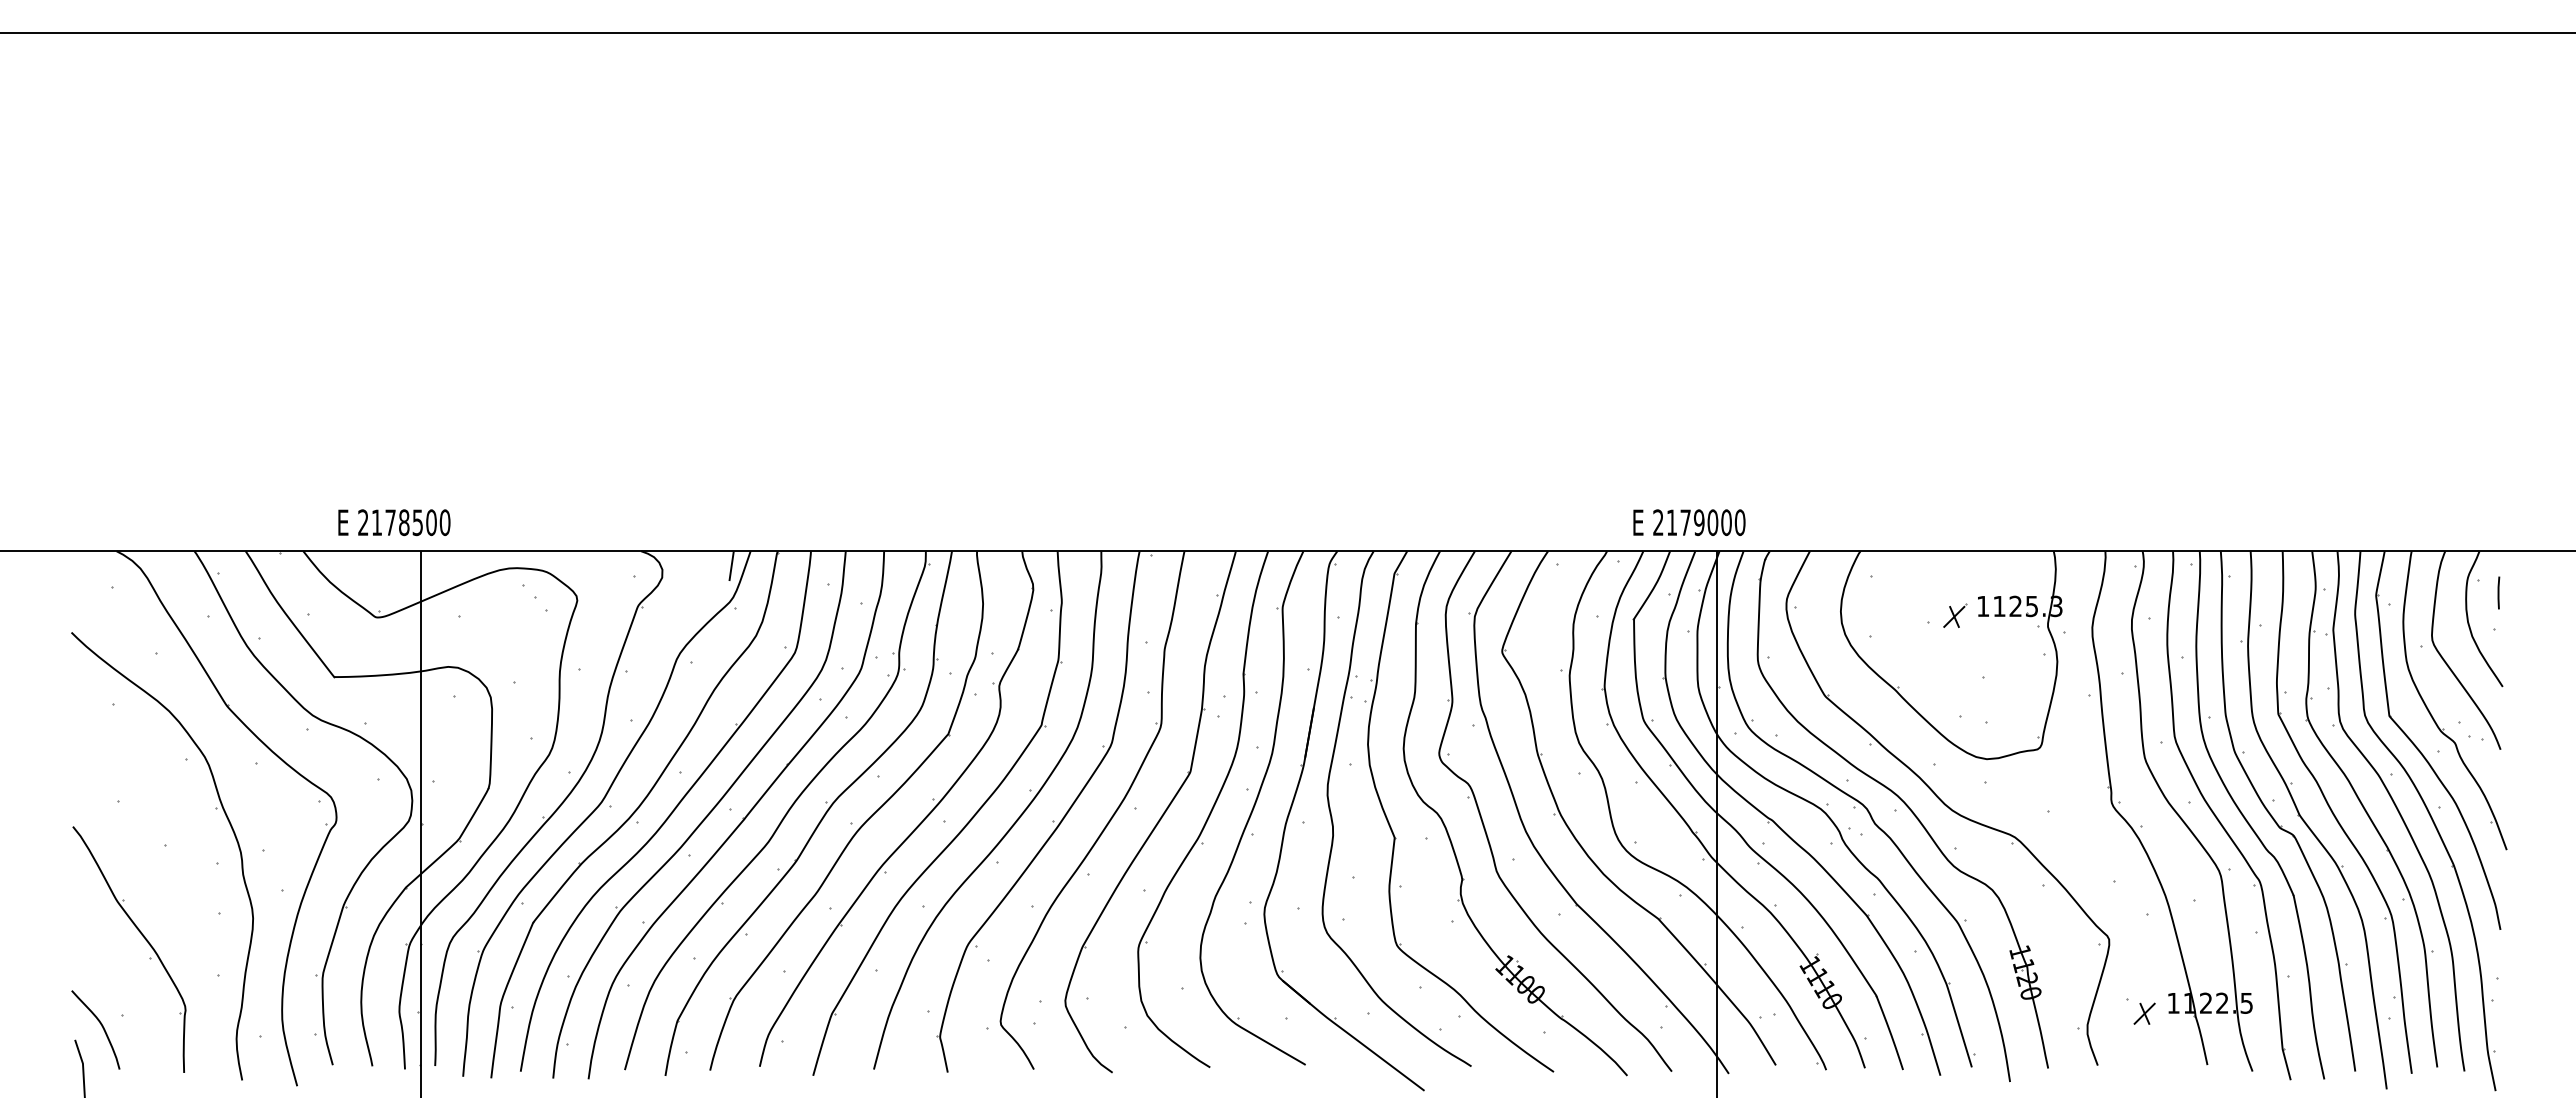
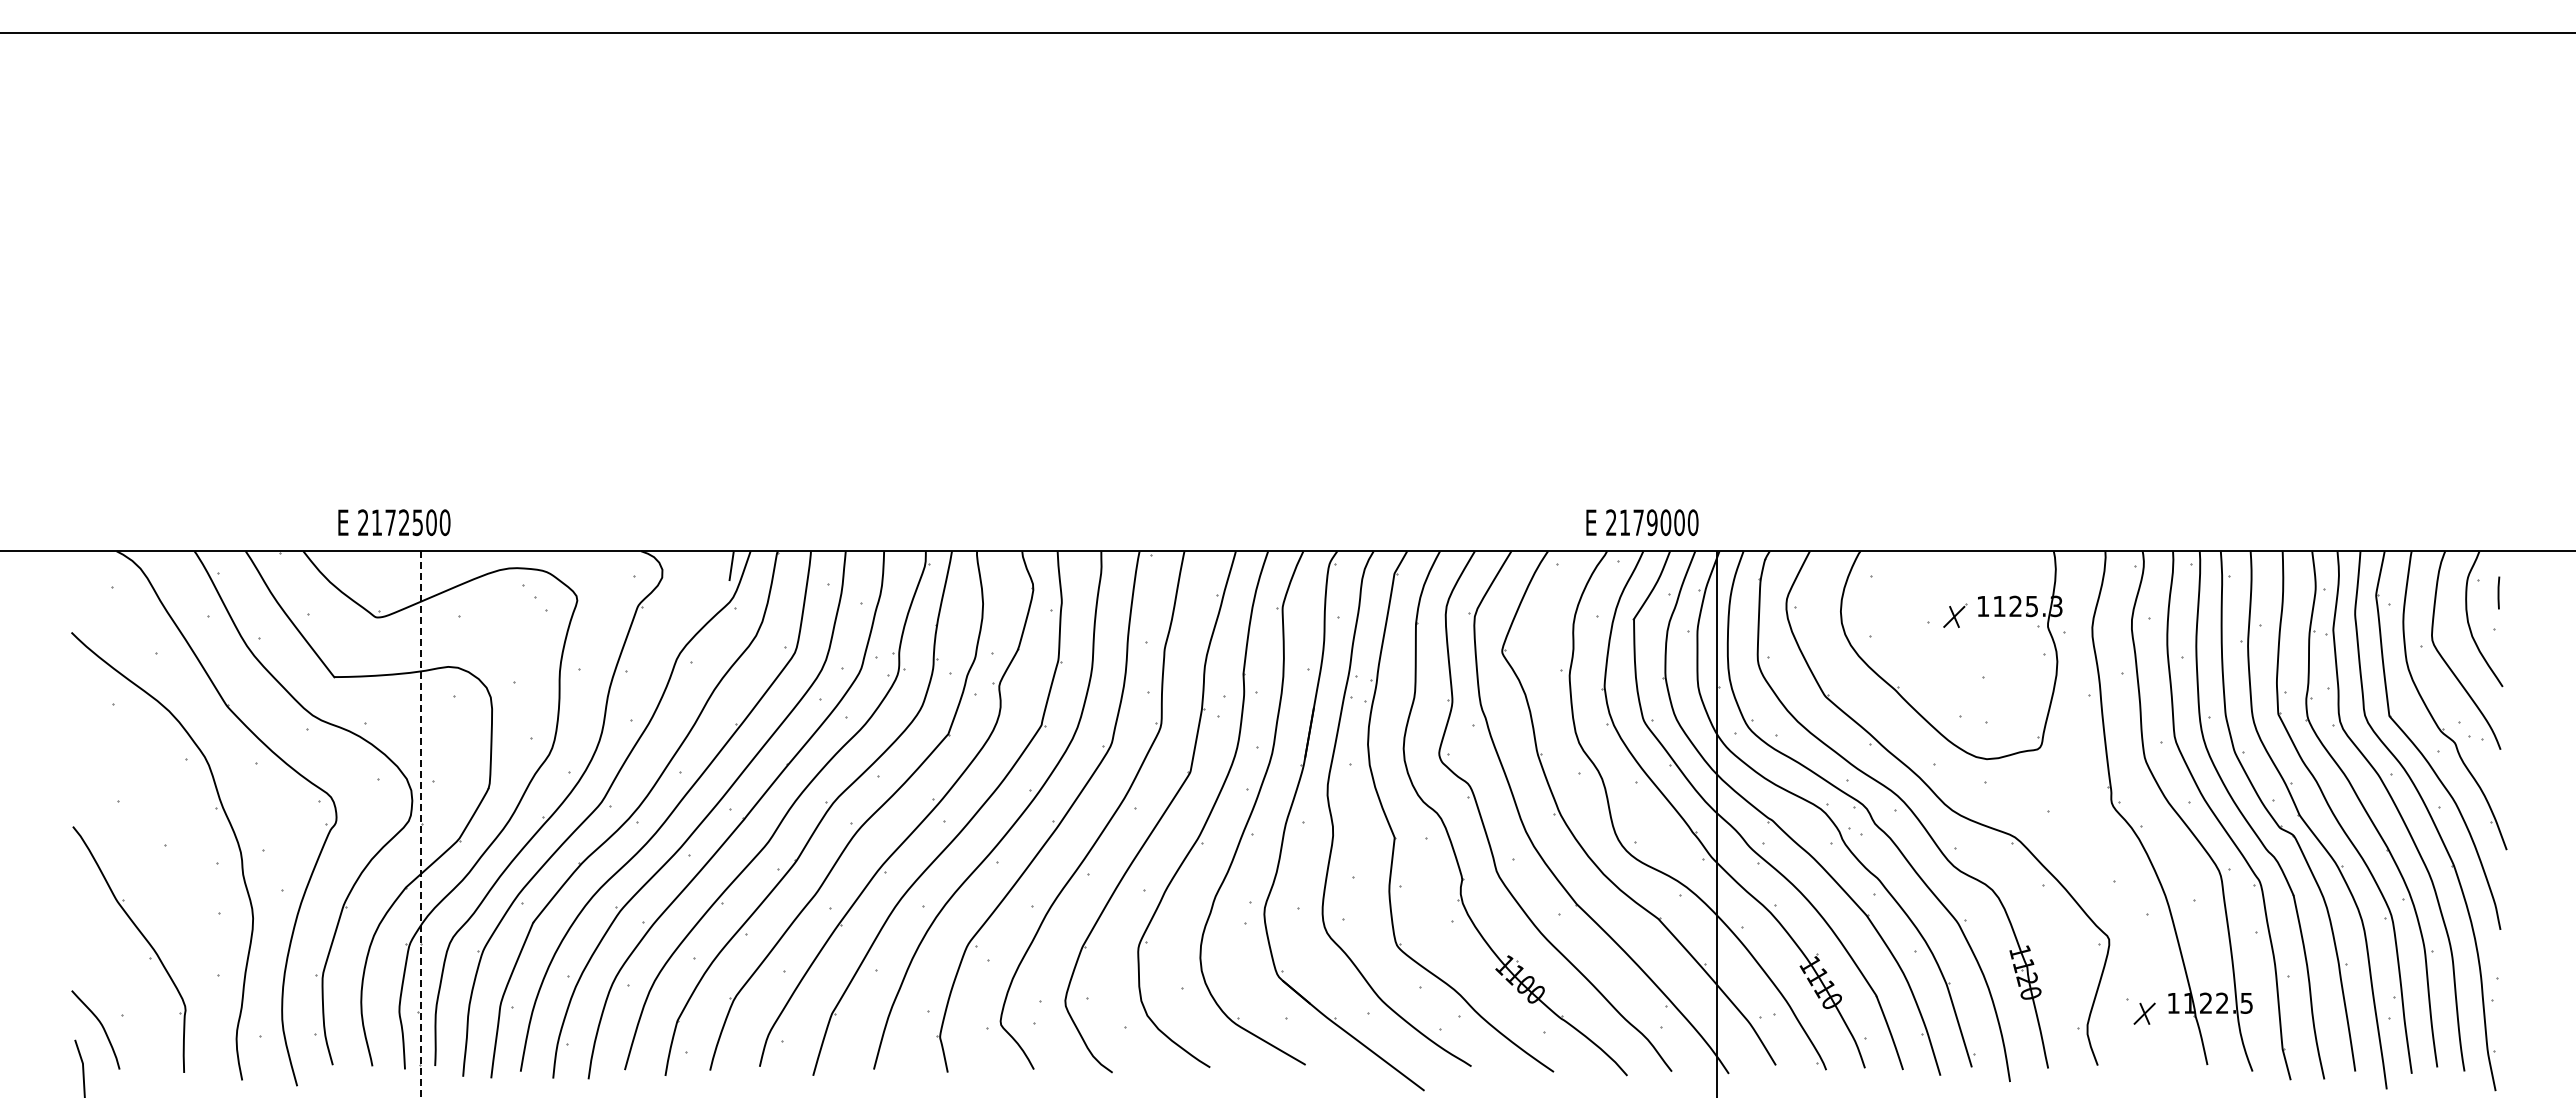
text at (404, 522): 2178500 -> 2172500
text at (1689, 522) position: (1689, 522) -> (1642, 522)
line at (421, 824): solid -> dashed
